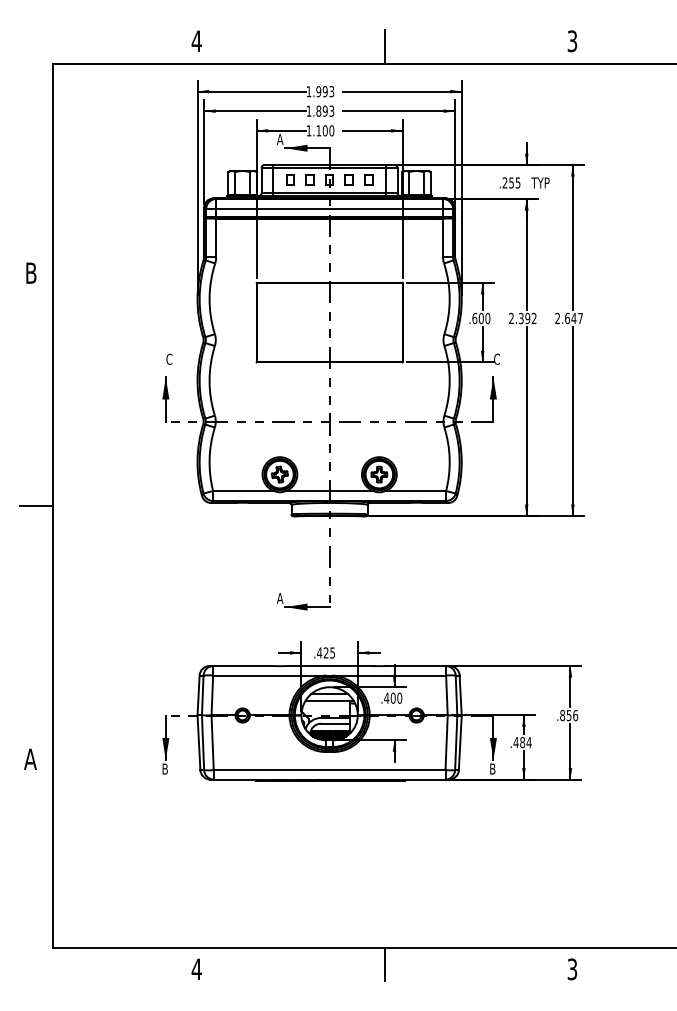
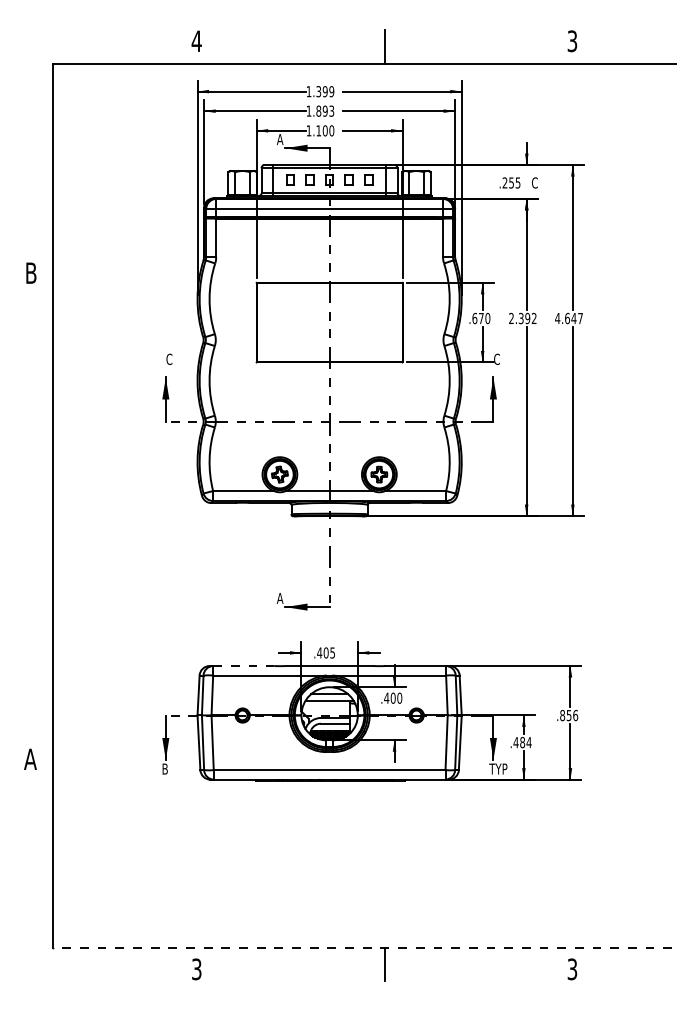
text at (325, 91): 1.993 -> 1.399
text at (540, 182): TYP -> C
text at (557, 317): 2.647 -> 4.647
text at (480, 318): .600 -> .670
line at (36, 505): present -> none
text at (325, 652): .425 -> .405
line at (243, 666): solid -> dashed
text at (498, 768): B -> TYP
line at (364, 947): solid -> dashed
text at (196, 969): 4 -> 3
